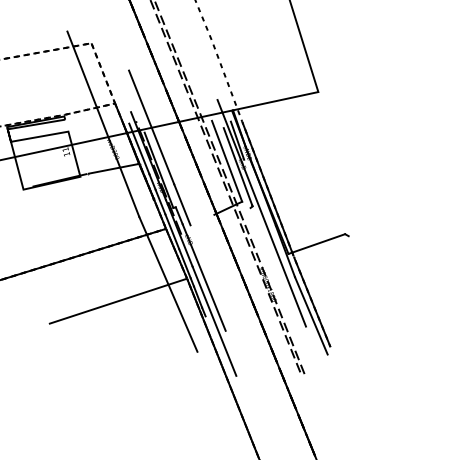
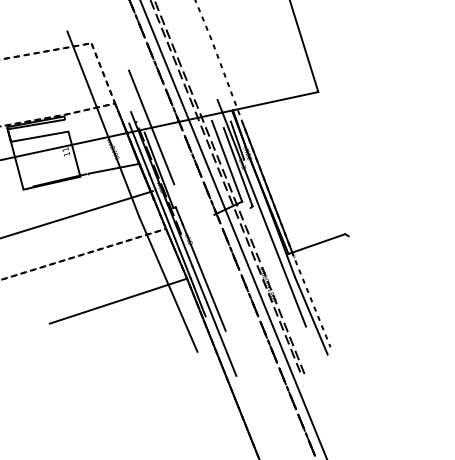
line at (182, 204): present -> none
line at (222, 229) position: (222, 229) -> (232, 229)
line at (83, 254) position: (83, 254) -> (77, 214)
line at (312, 301): present -> none
